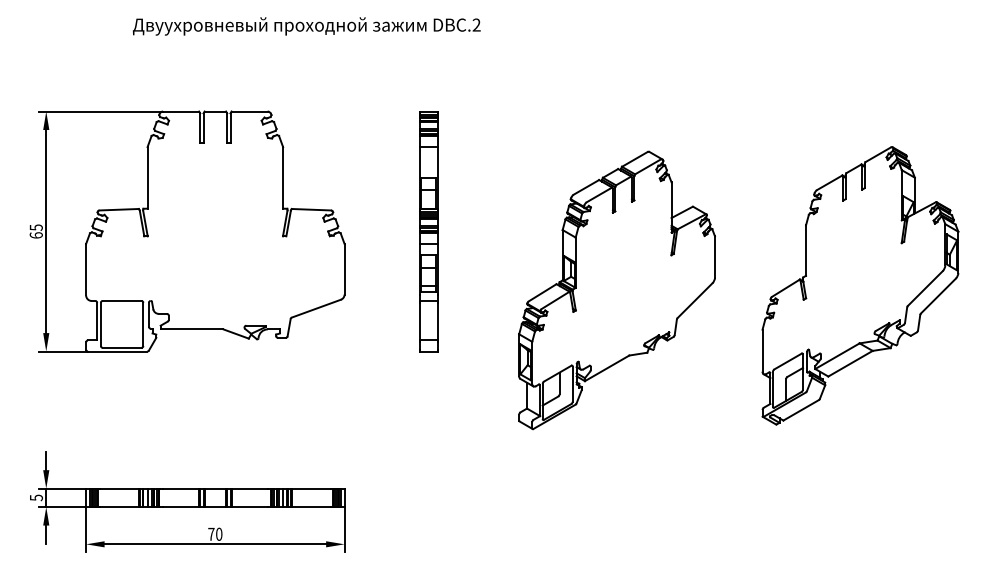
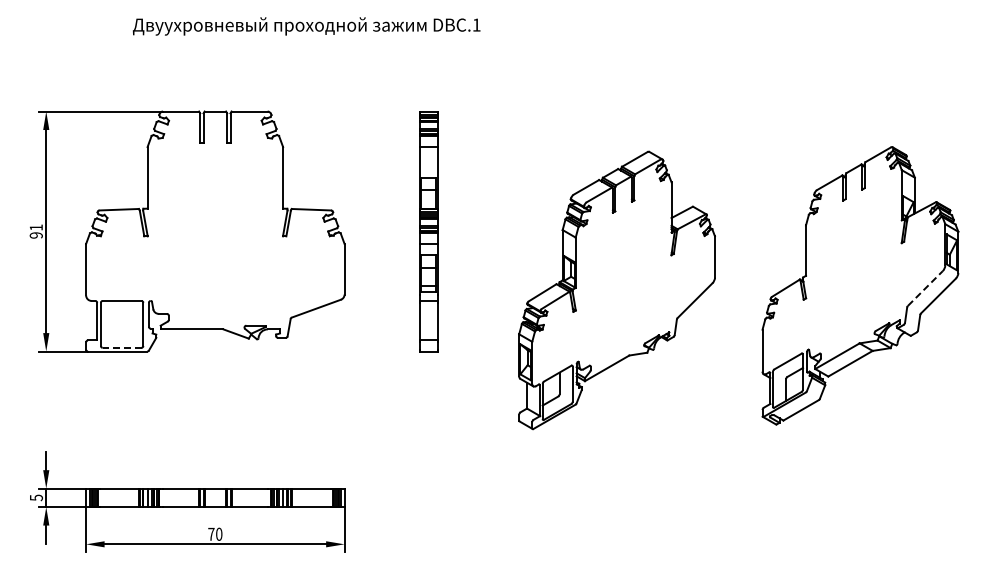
text at (476, 24): DBC.2 -> DBC.1
text at (35, 231): 65 -> 91
line at (925, 288): solid -> dashed
line at (121, 347): solid -> dashed
